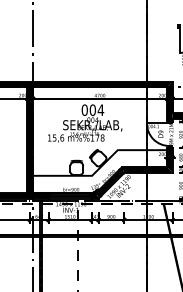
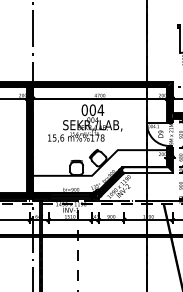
fill at (146, 169): present -> none
